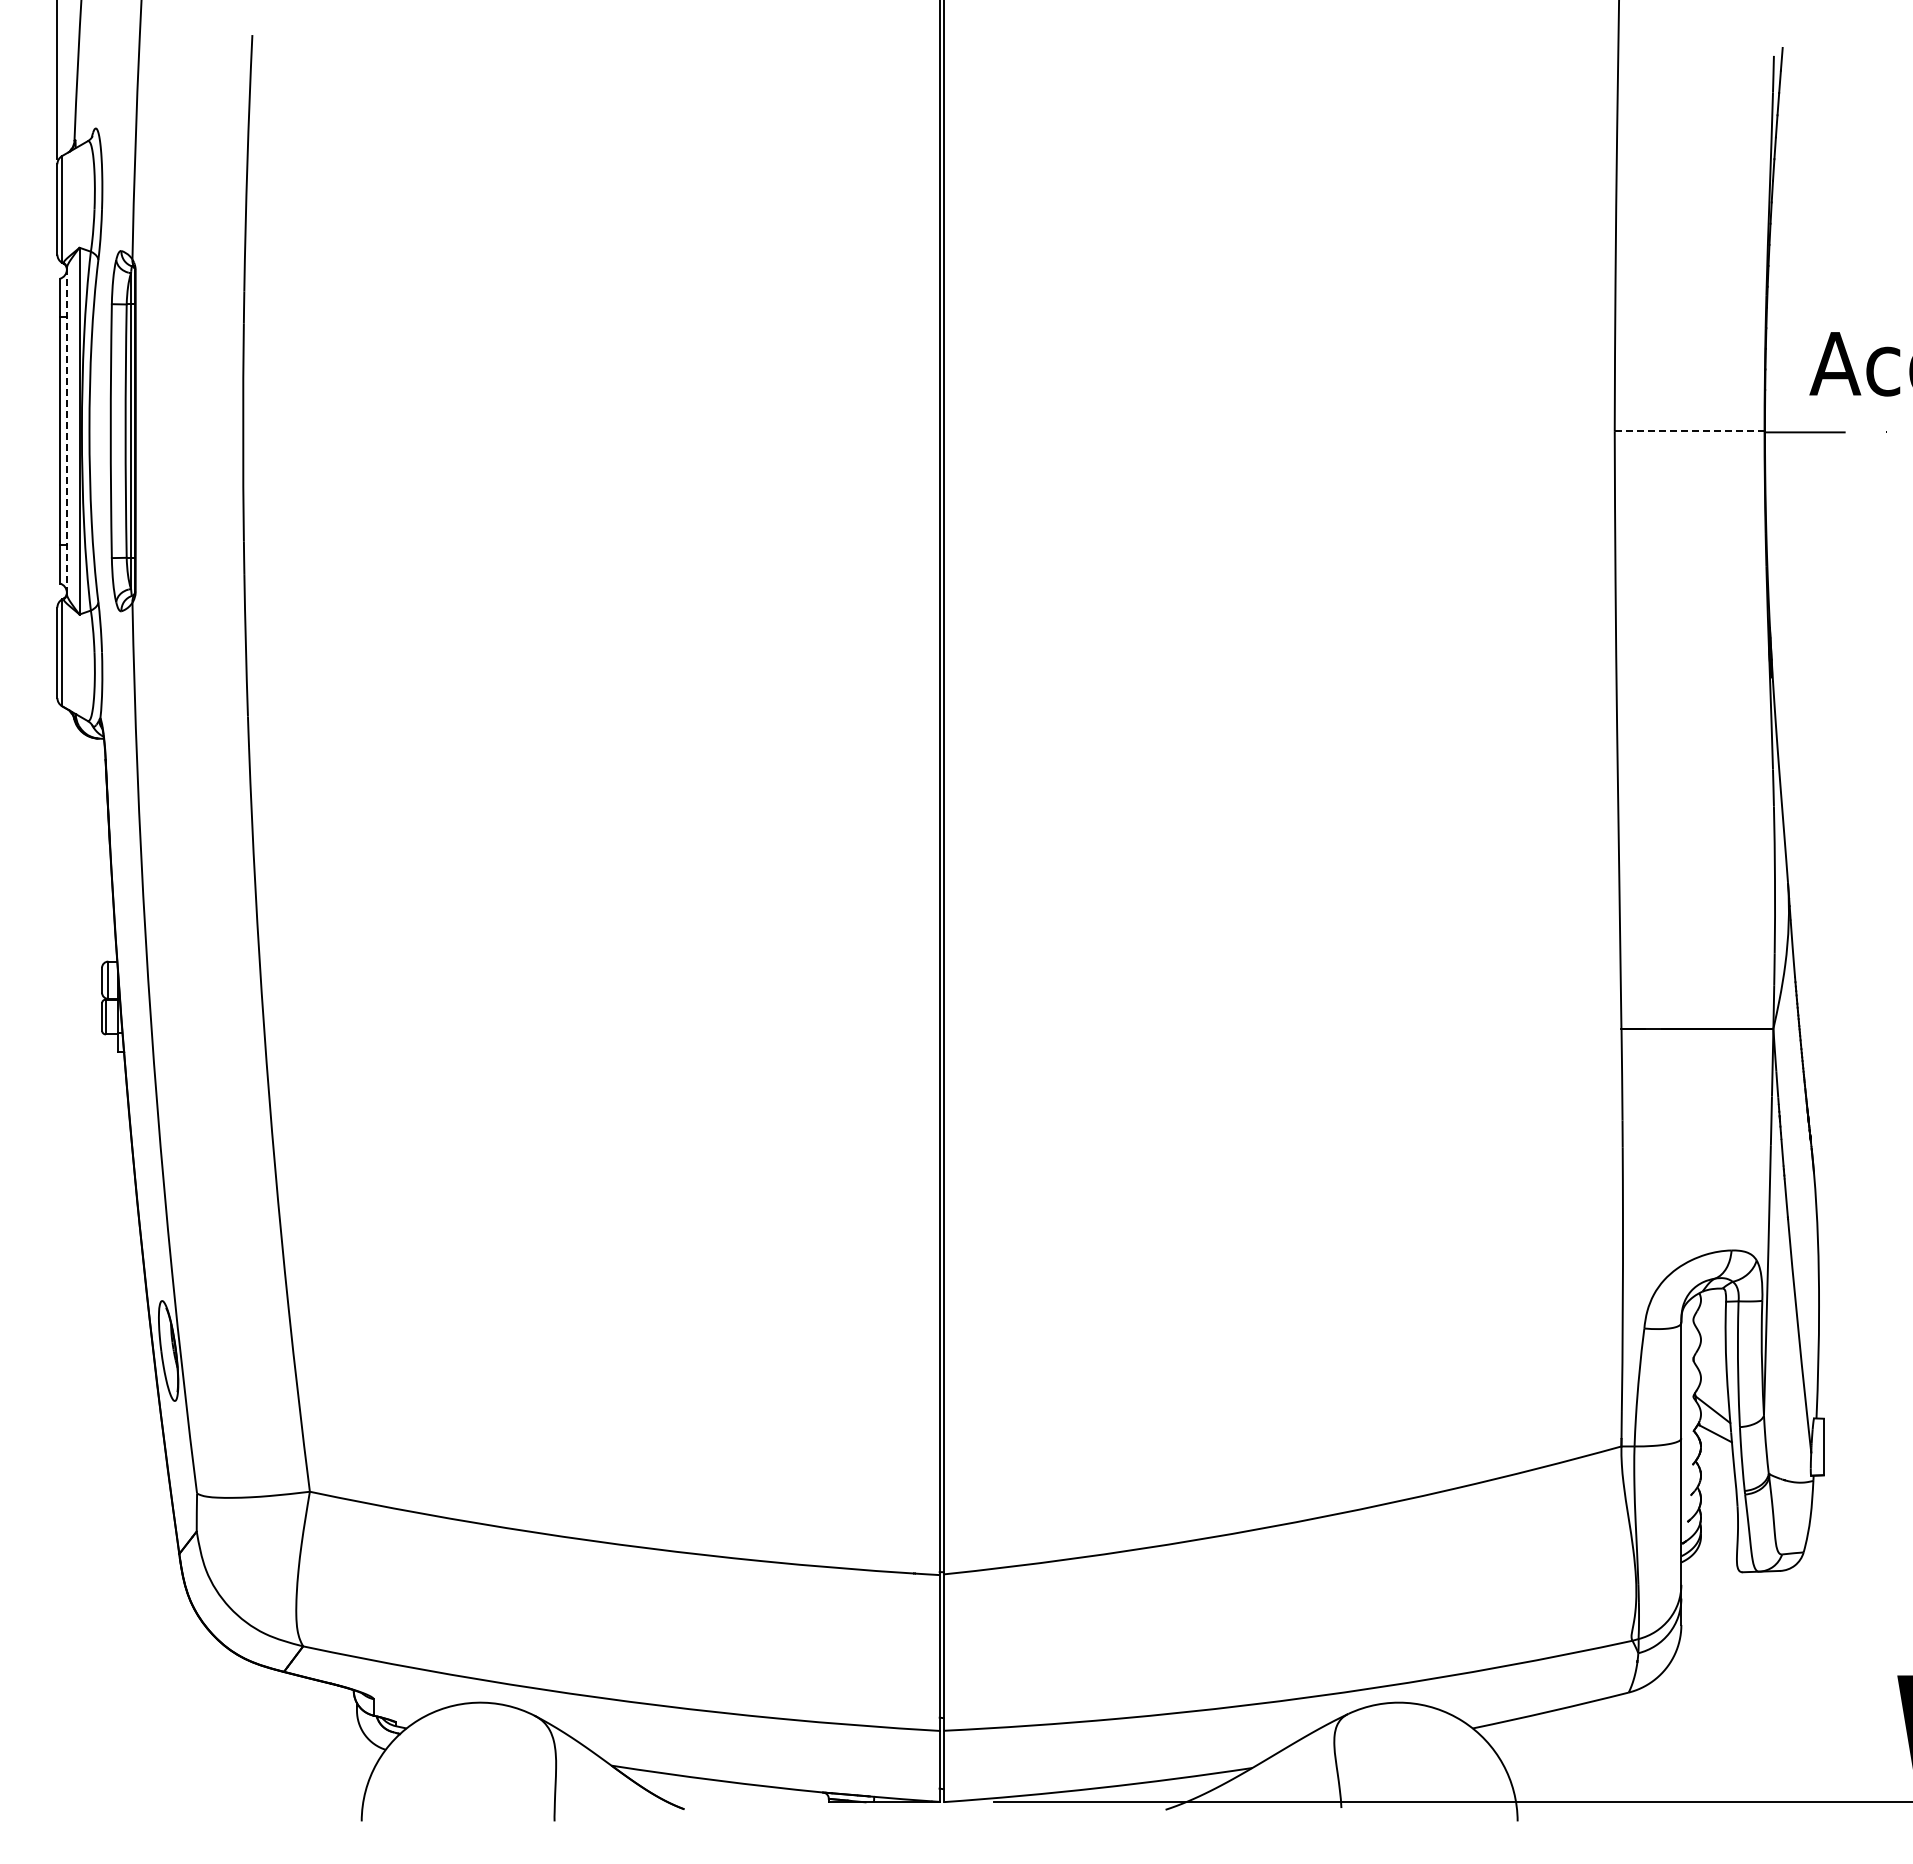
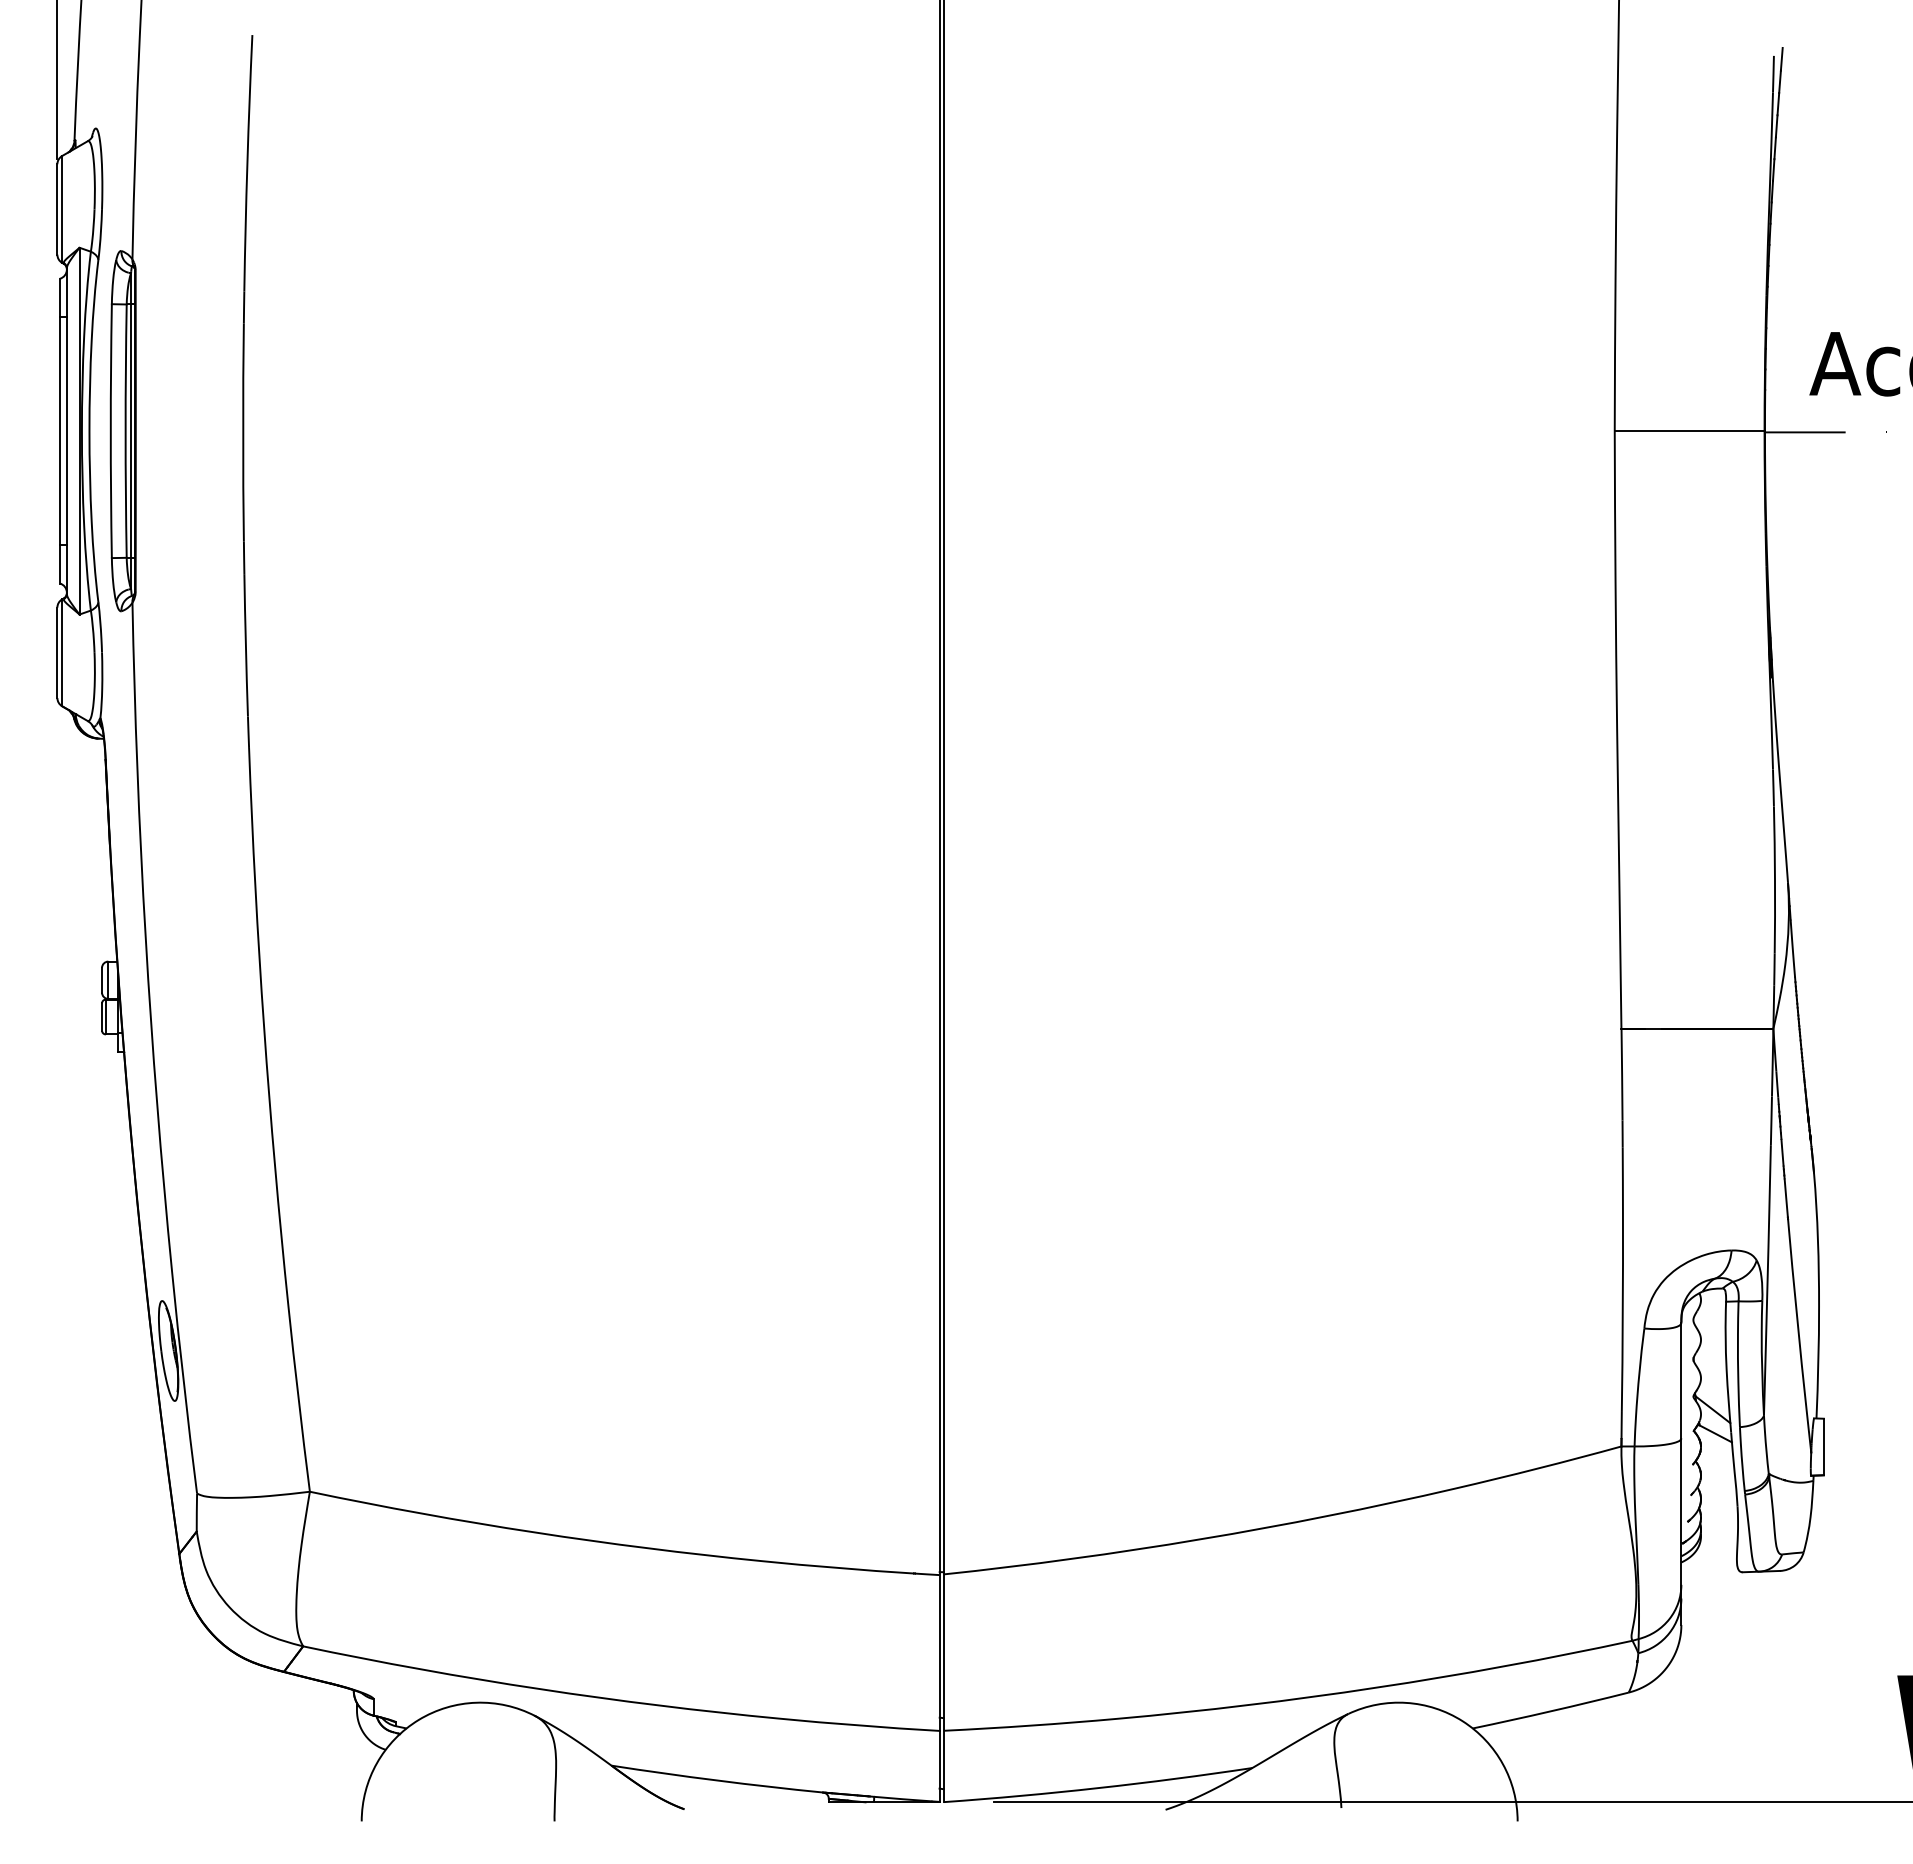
line at (66, 431): dashed -> solid
line at (1689, 431): dashed -> solid
